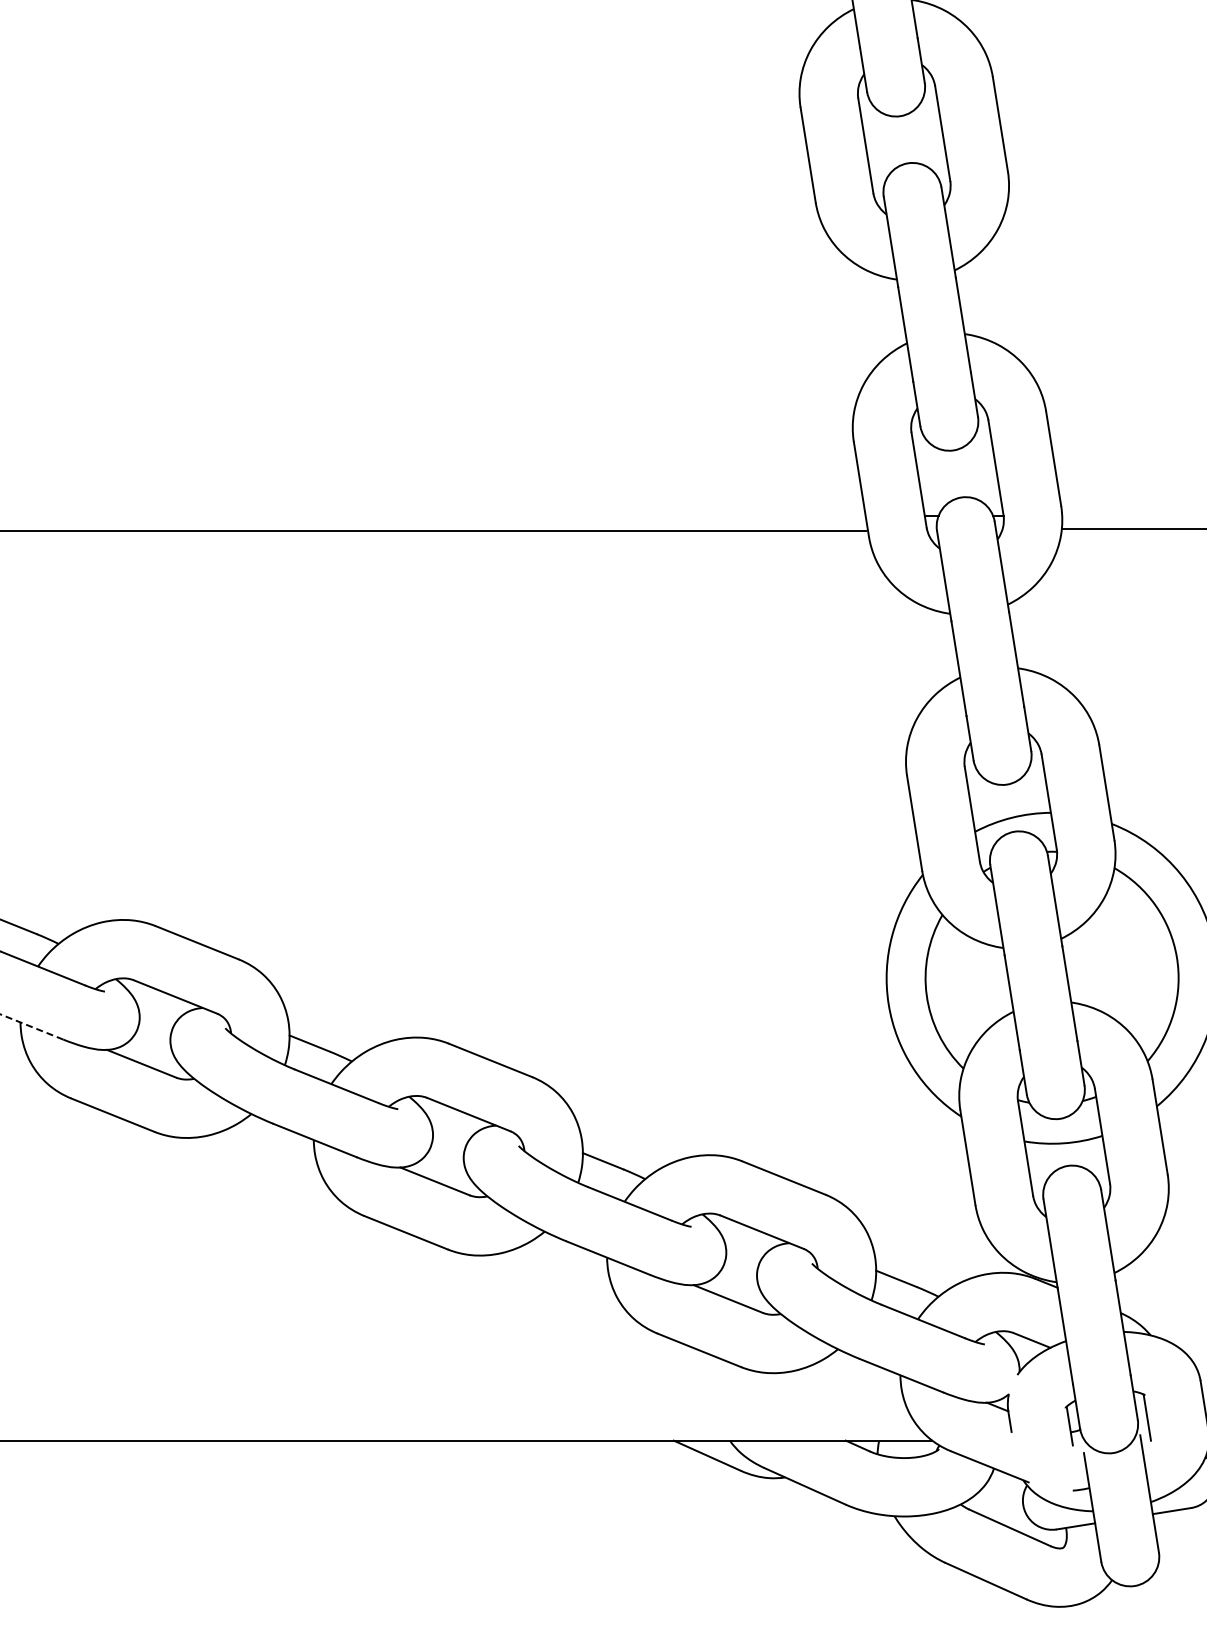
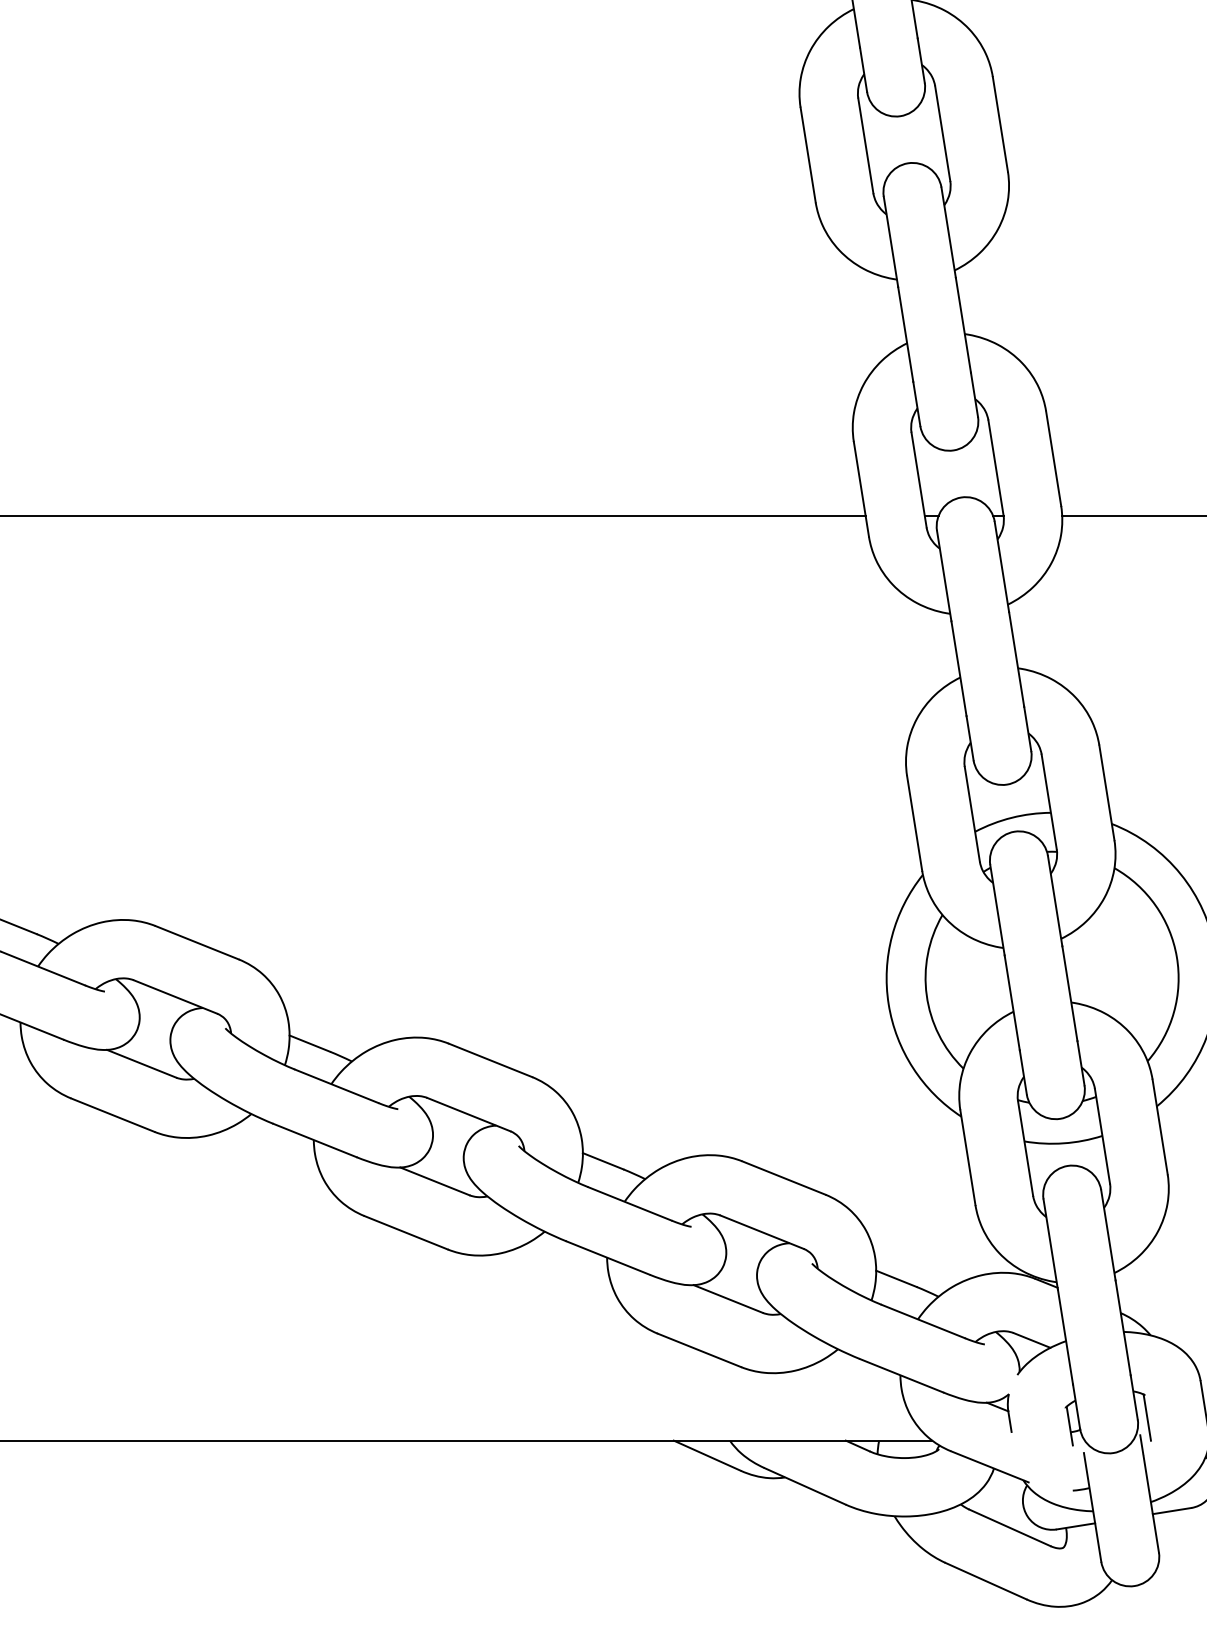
line at (1132, 528) position: (1132, 528) -> (1132, 515)
line at (433, 530) position: (433, 530) -> (433, 515)
line at (31, 1026): dashed -> solid
